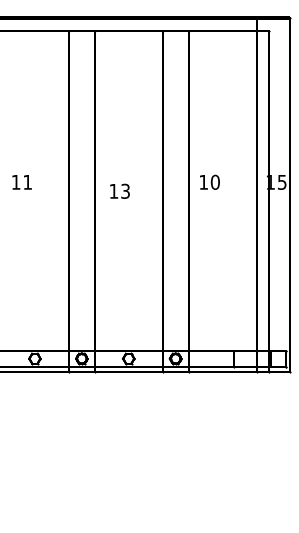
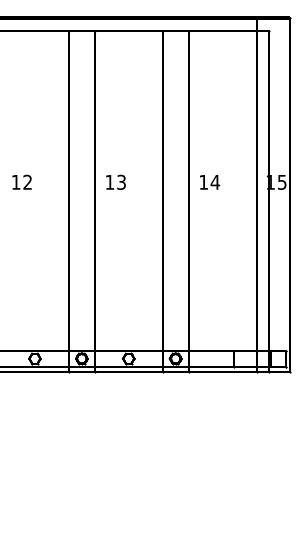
text at (27, 181): 11 -> 12
text at (215, 181): 10 -> 14
text at (119, 190) position: (119, 190) -> (115, 181)
